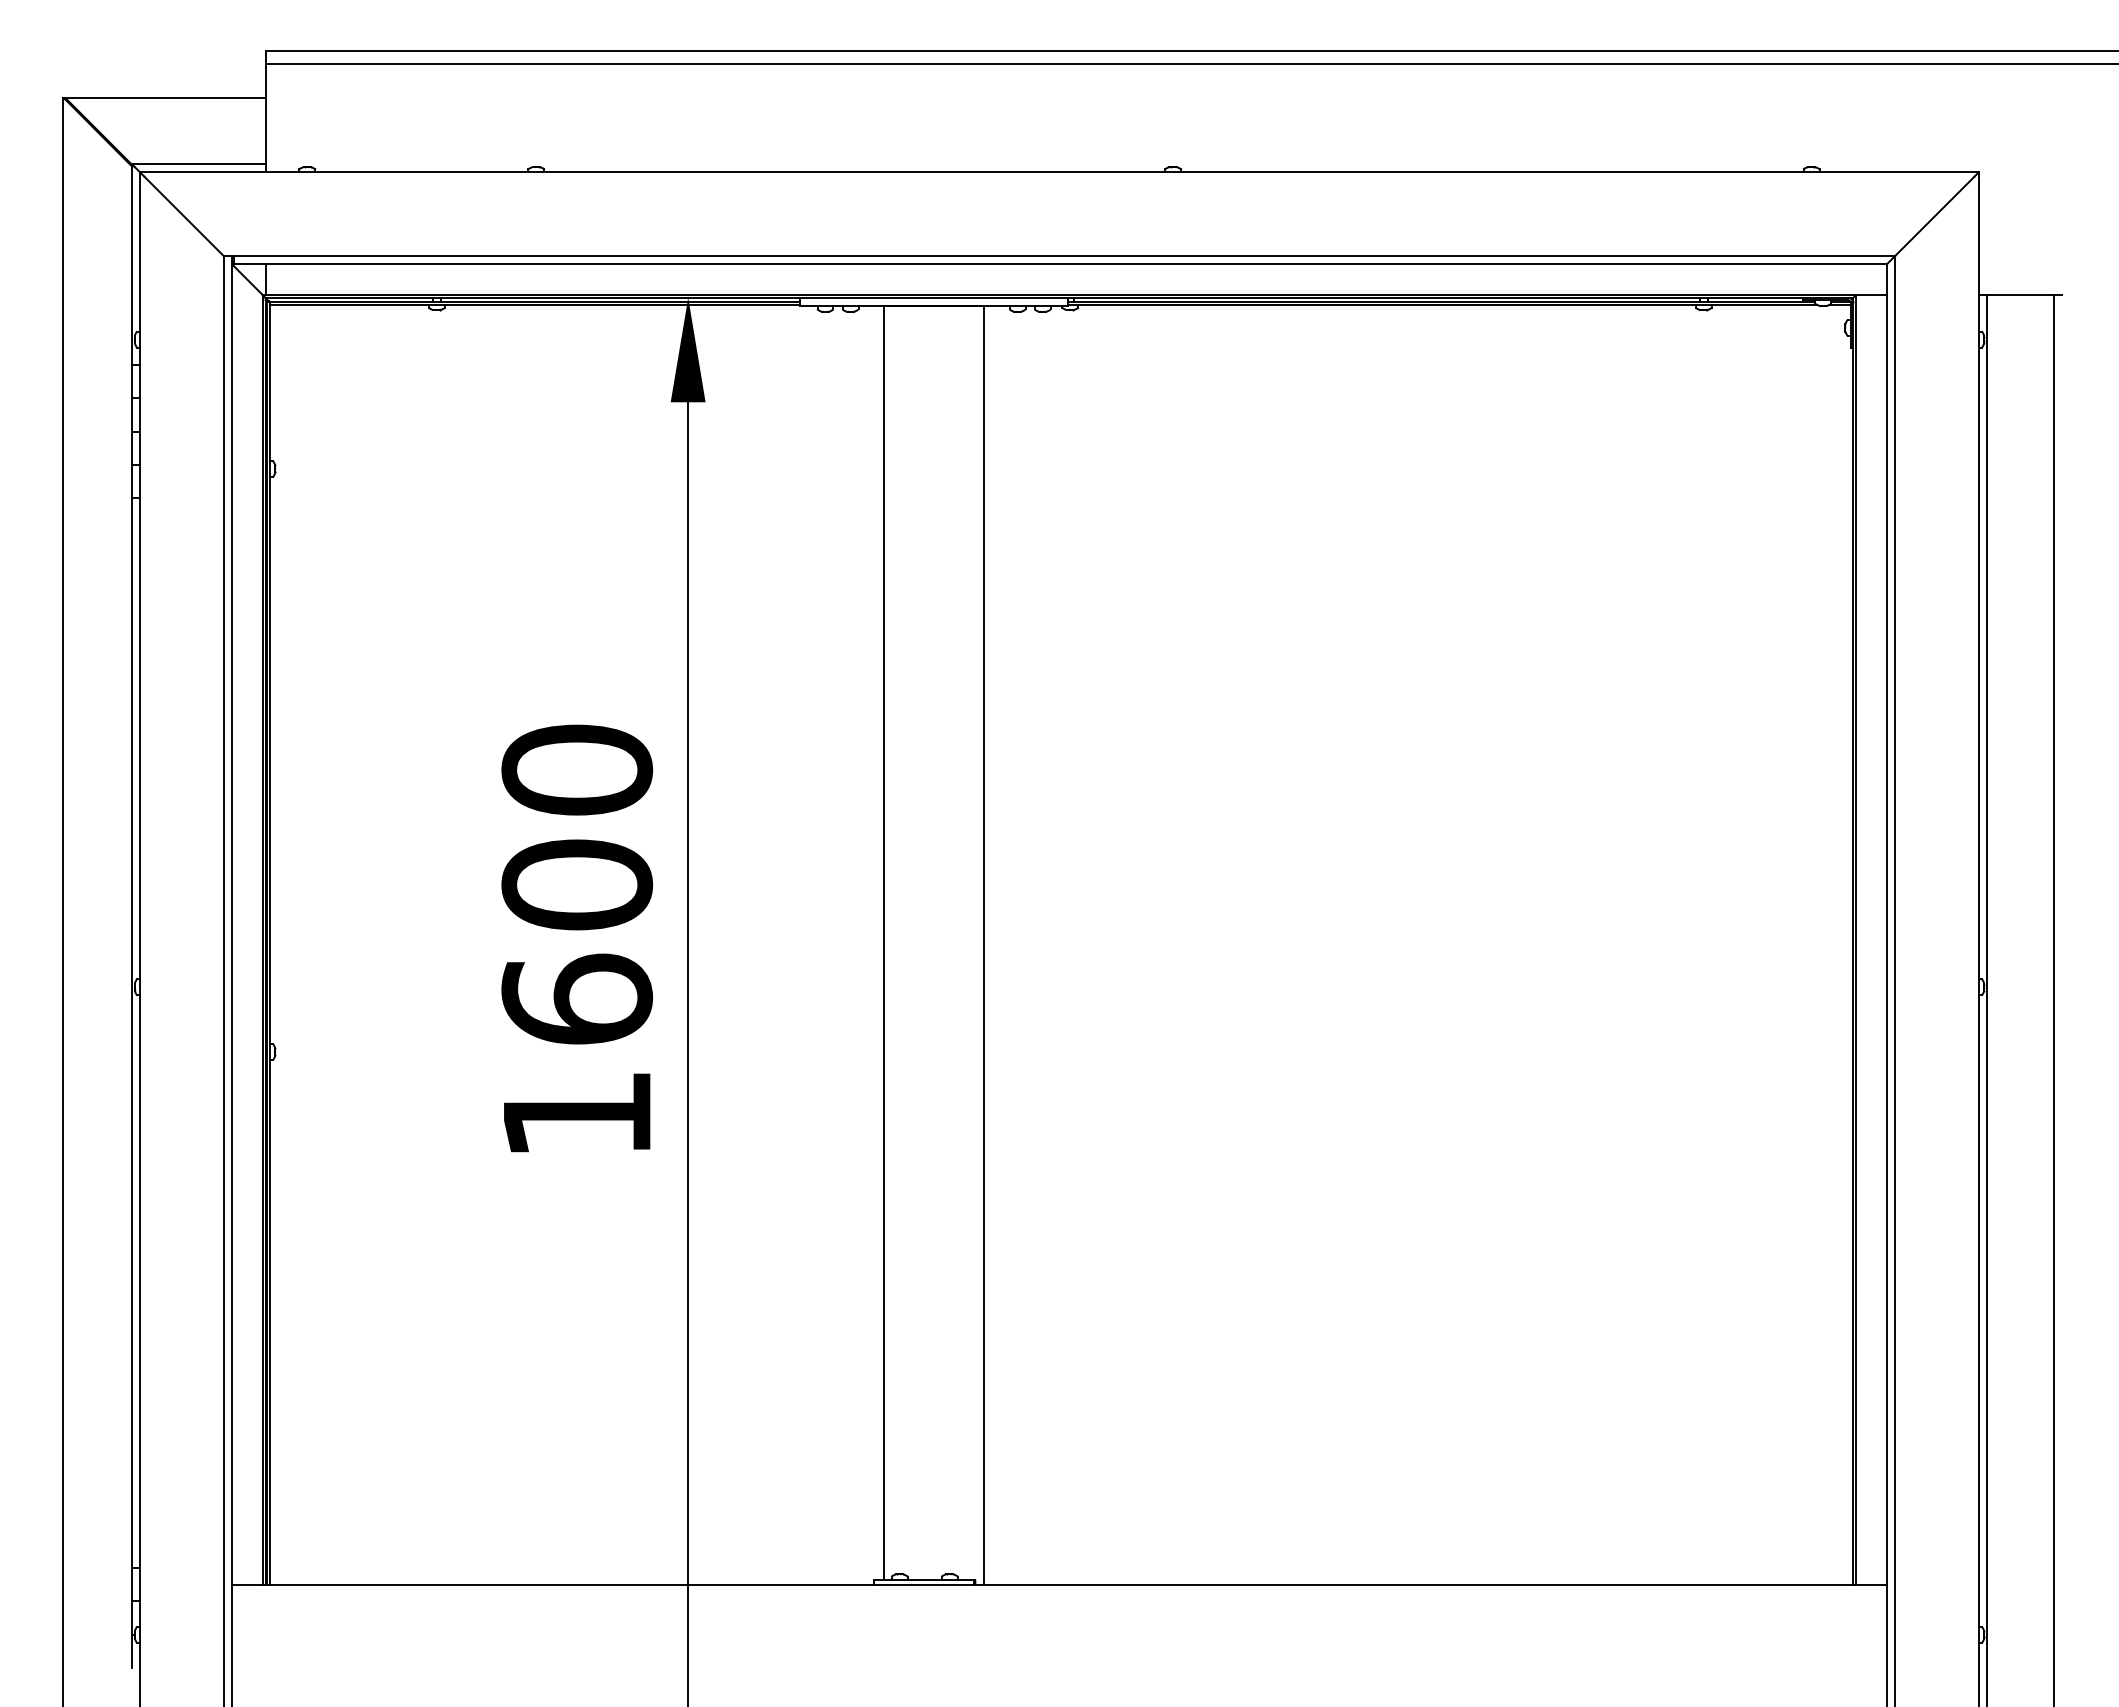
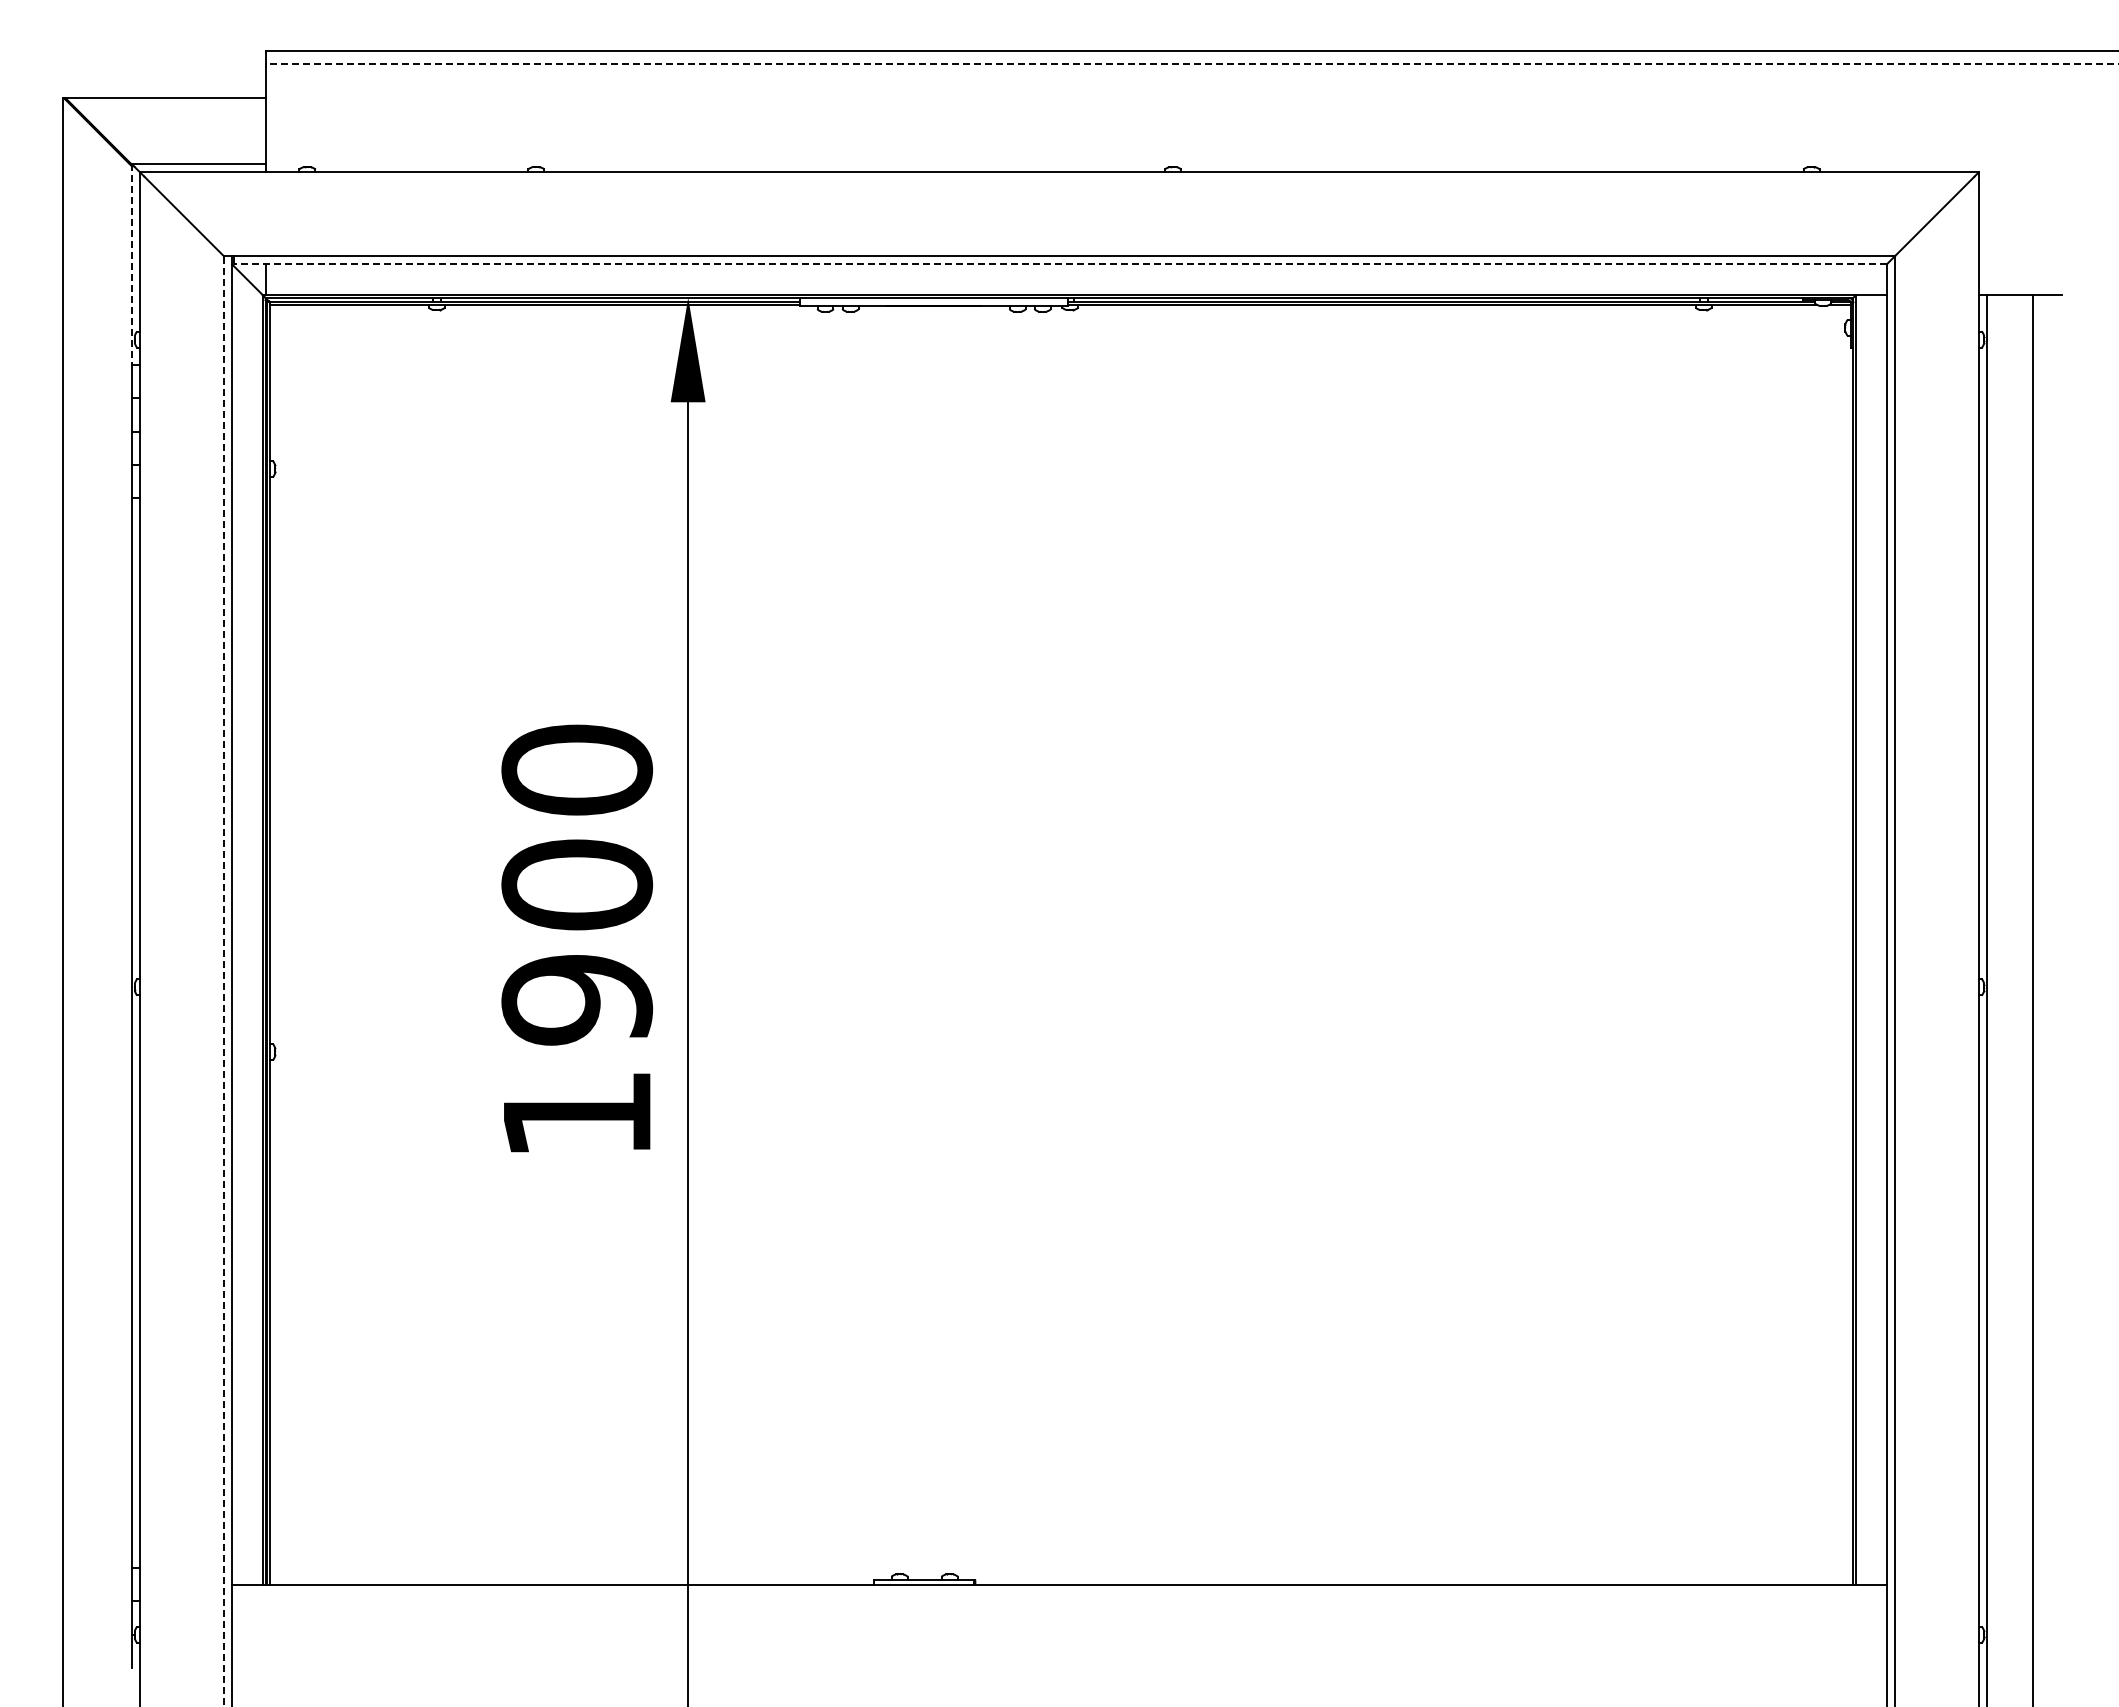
line at (1191, 63): solid -> dashed
line at (131, 264): solid -> dashed
line at (1059, 264): solid -> dashed
line at (883, 942): present -> none
line at (984, 945): present -> none
line at (223, 980): solid -> dashed
text at (577, 999): 1600 -> 1900
line at (2053, 999) position: (2053, 999) -> (2032, 999)
